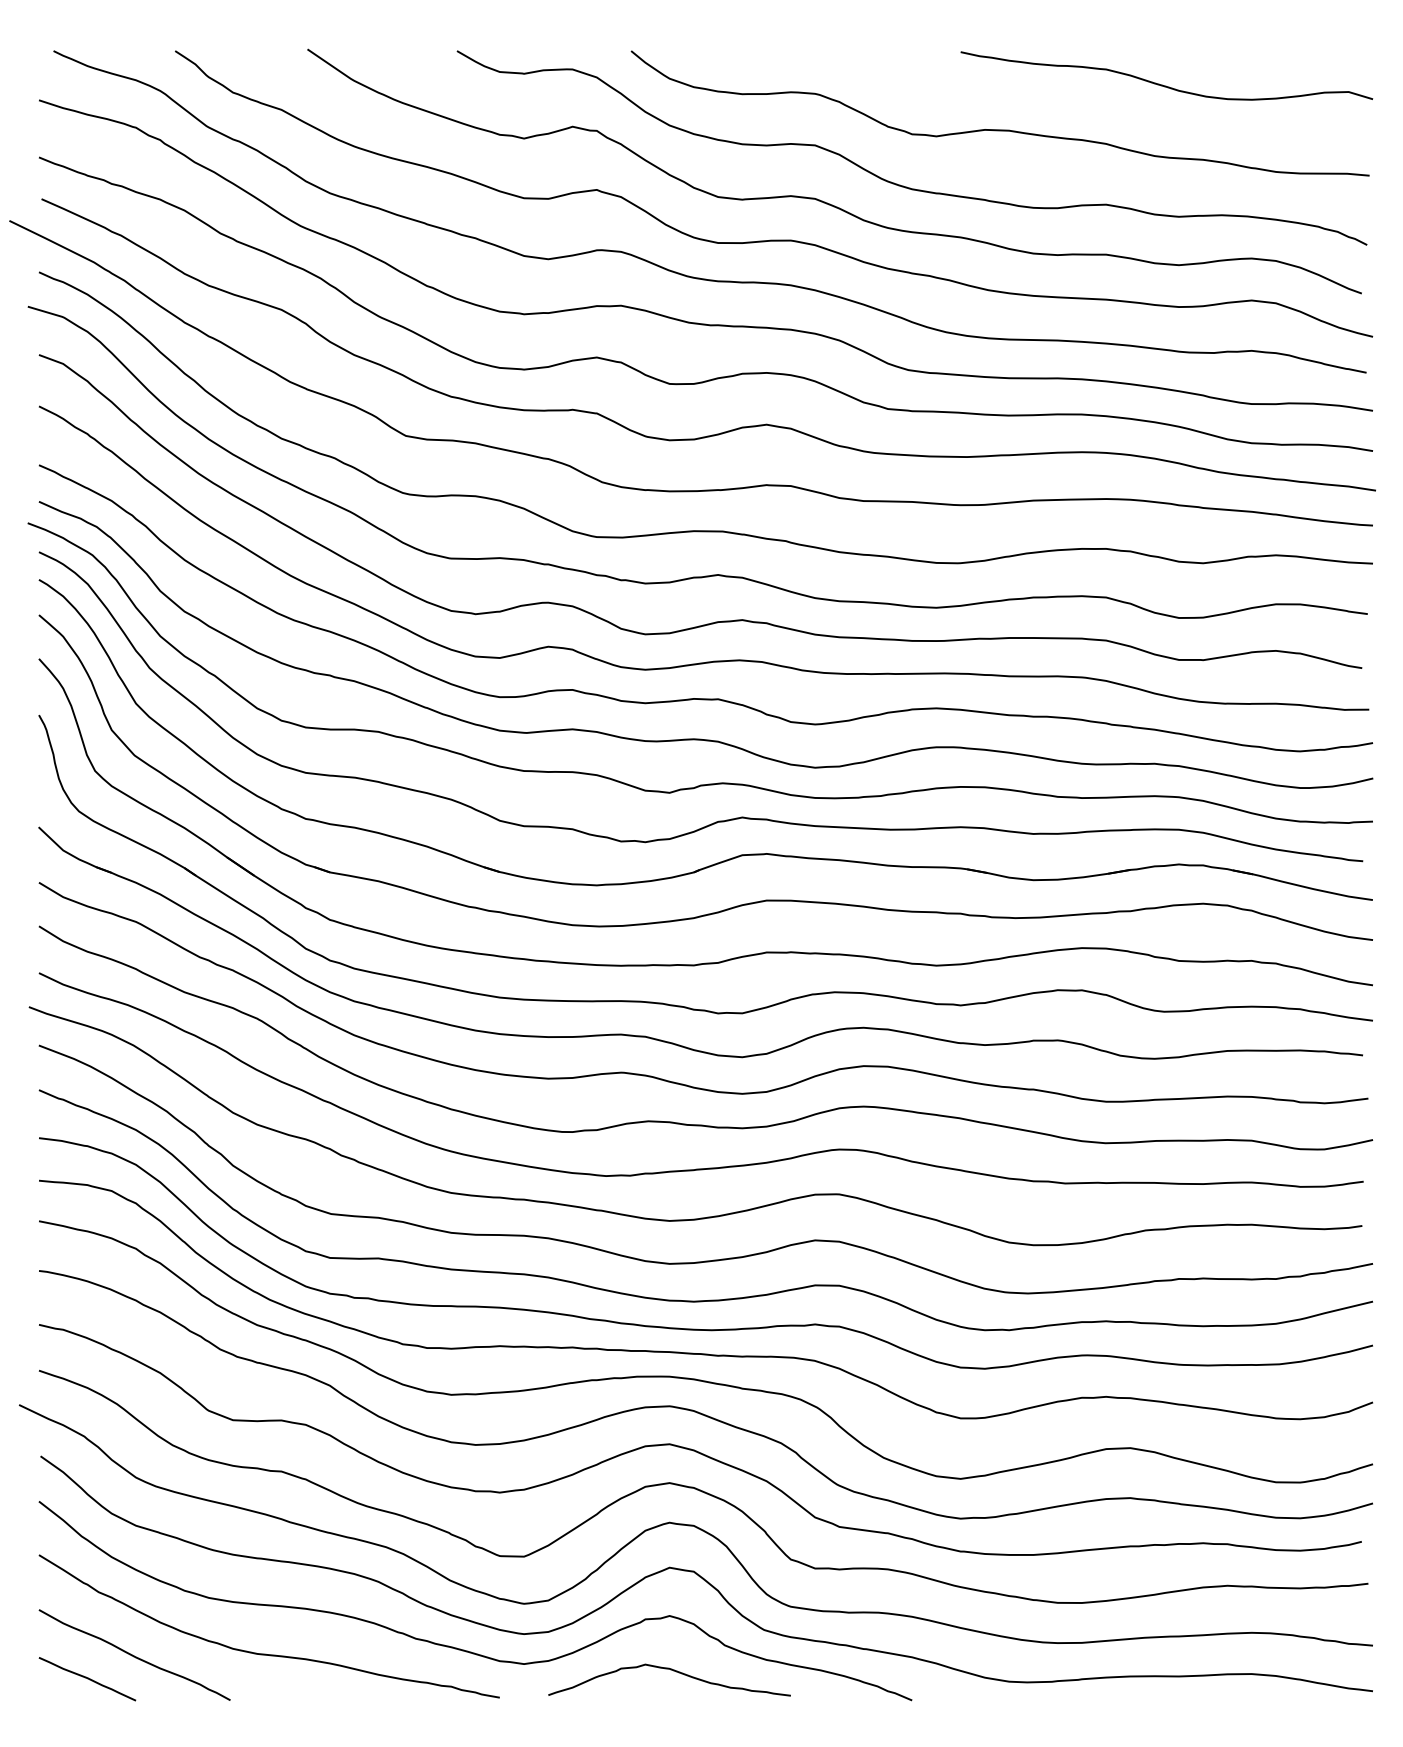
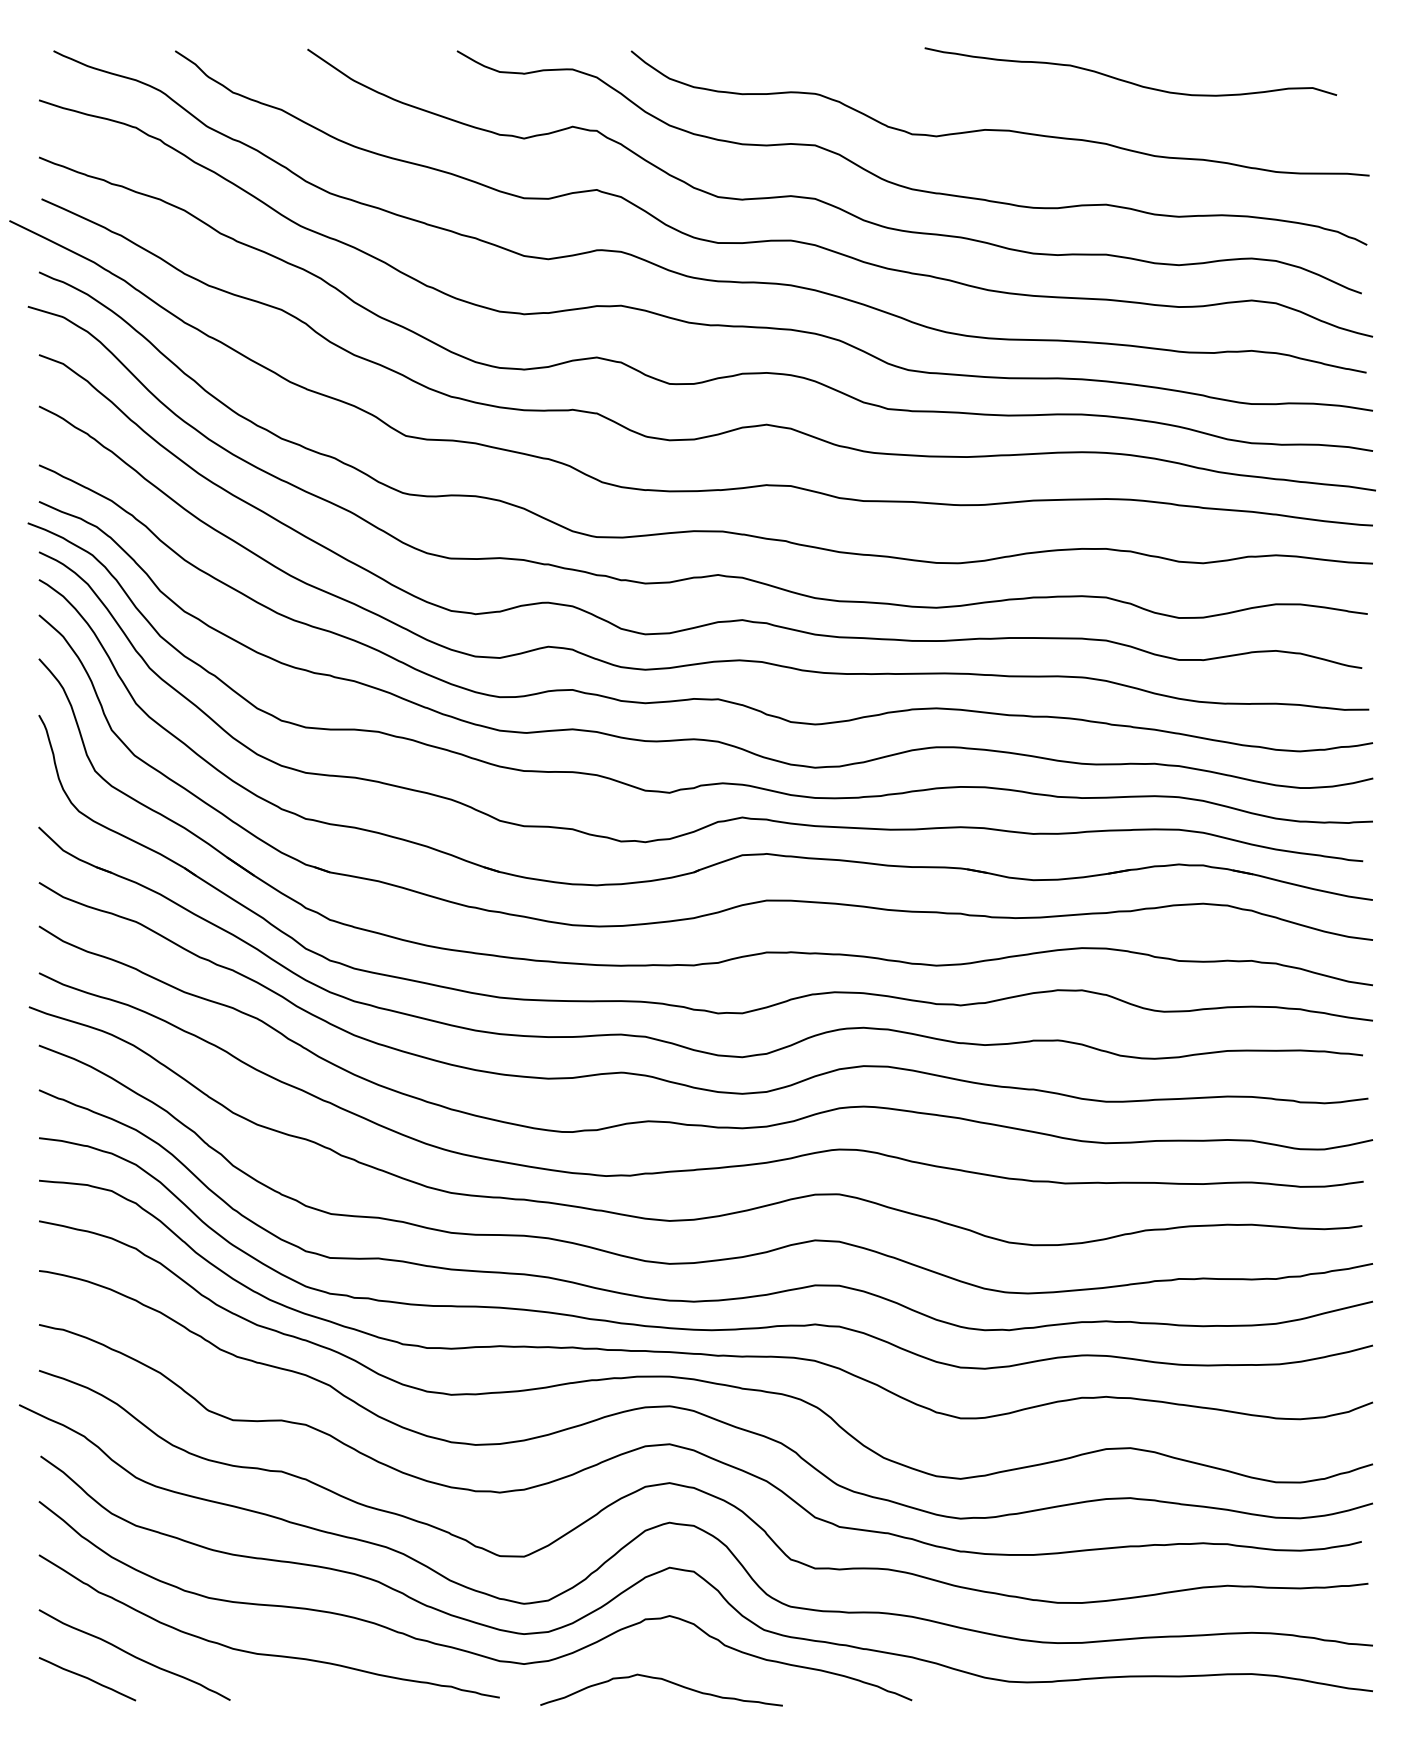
curve at (1162, 84) position: (1162, 84) -> (1126, 80)
curve at (673, 1671) position: (673, 1671) -> (665, 1681)
